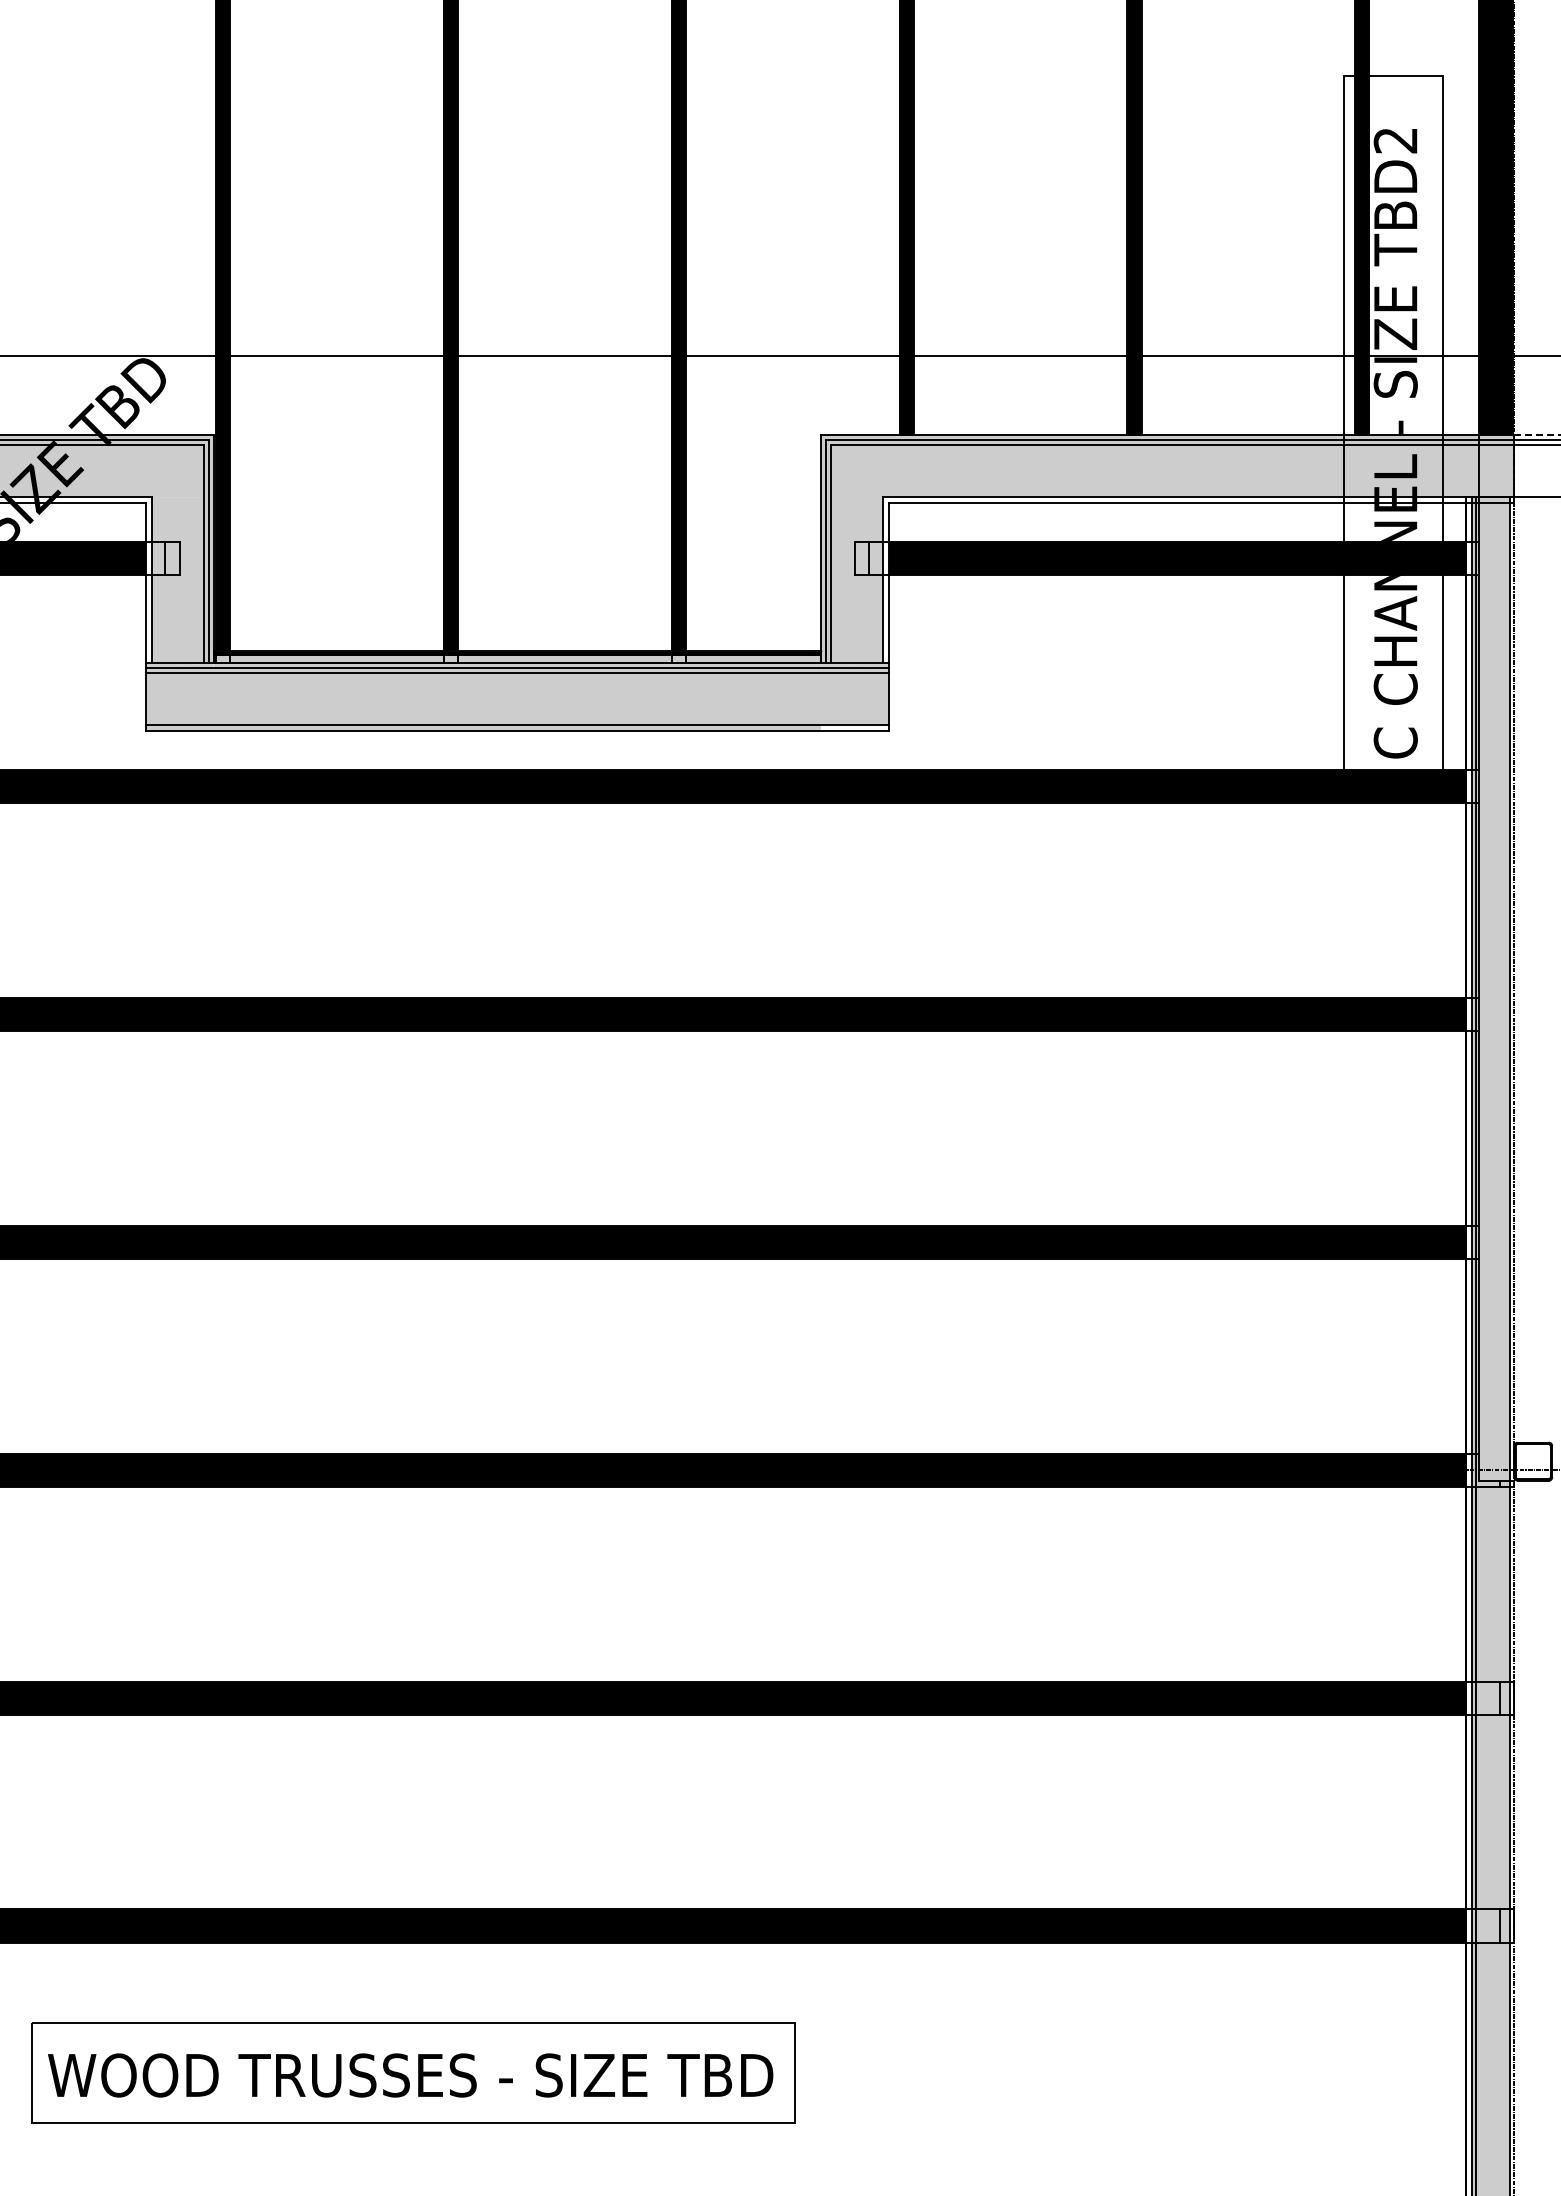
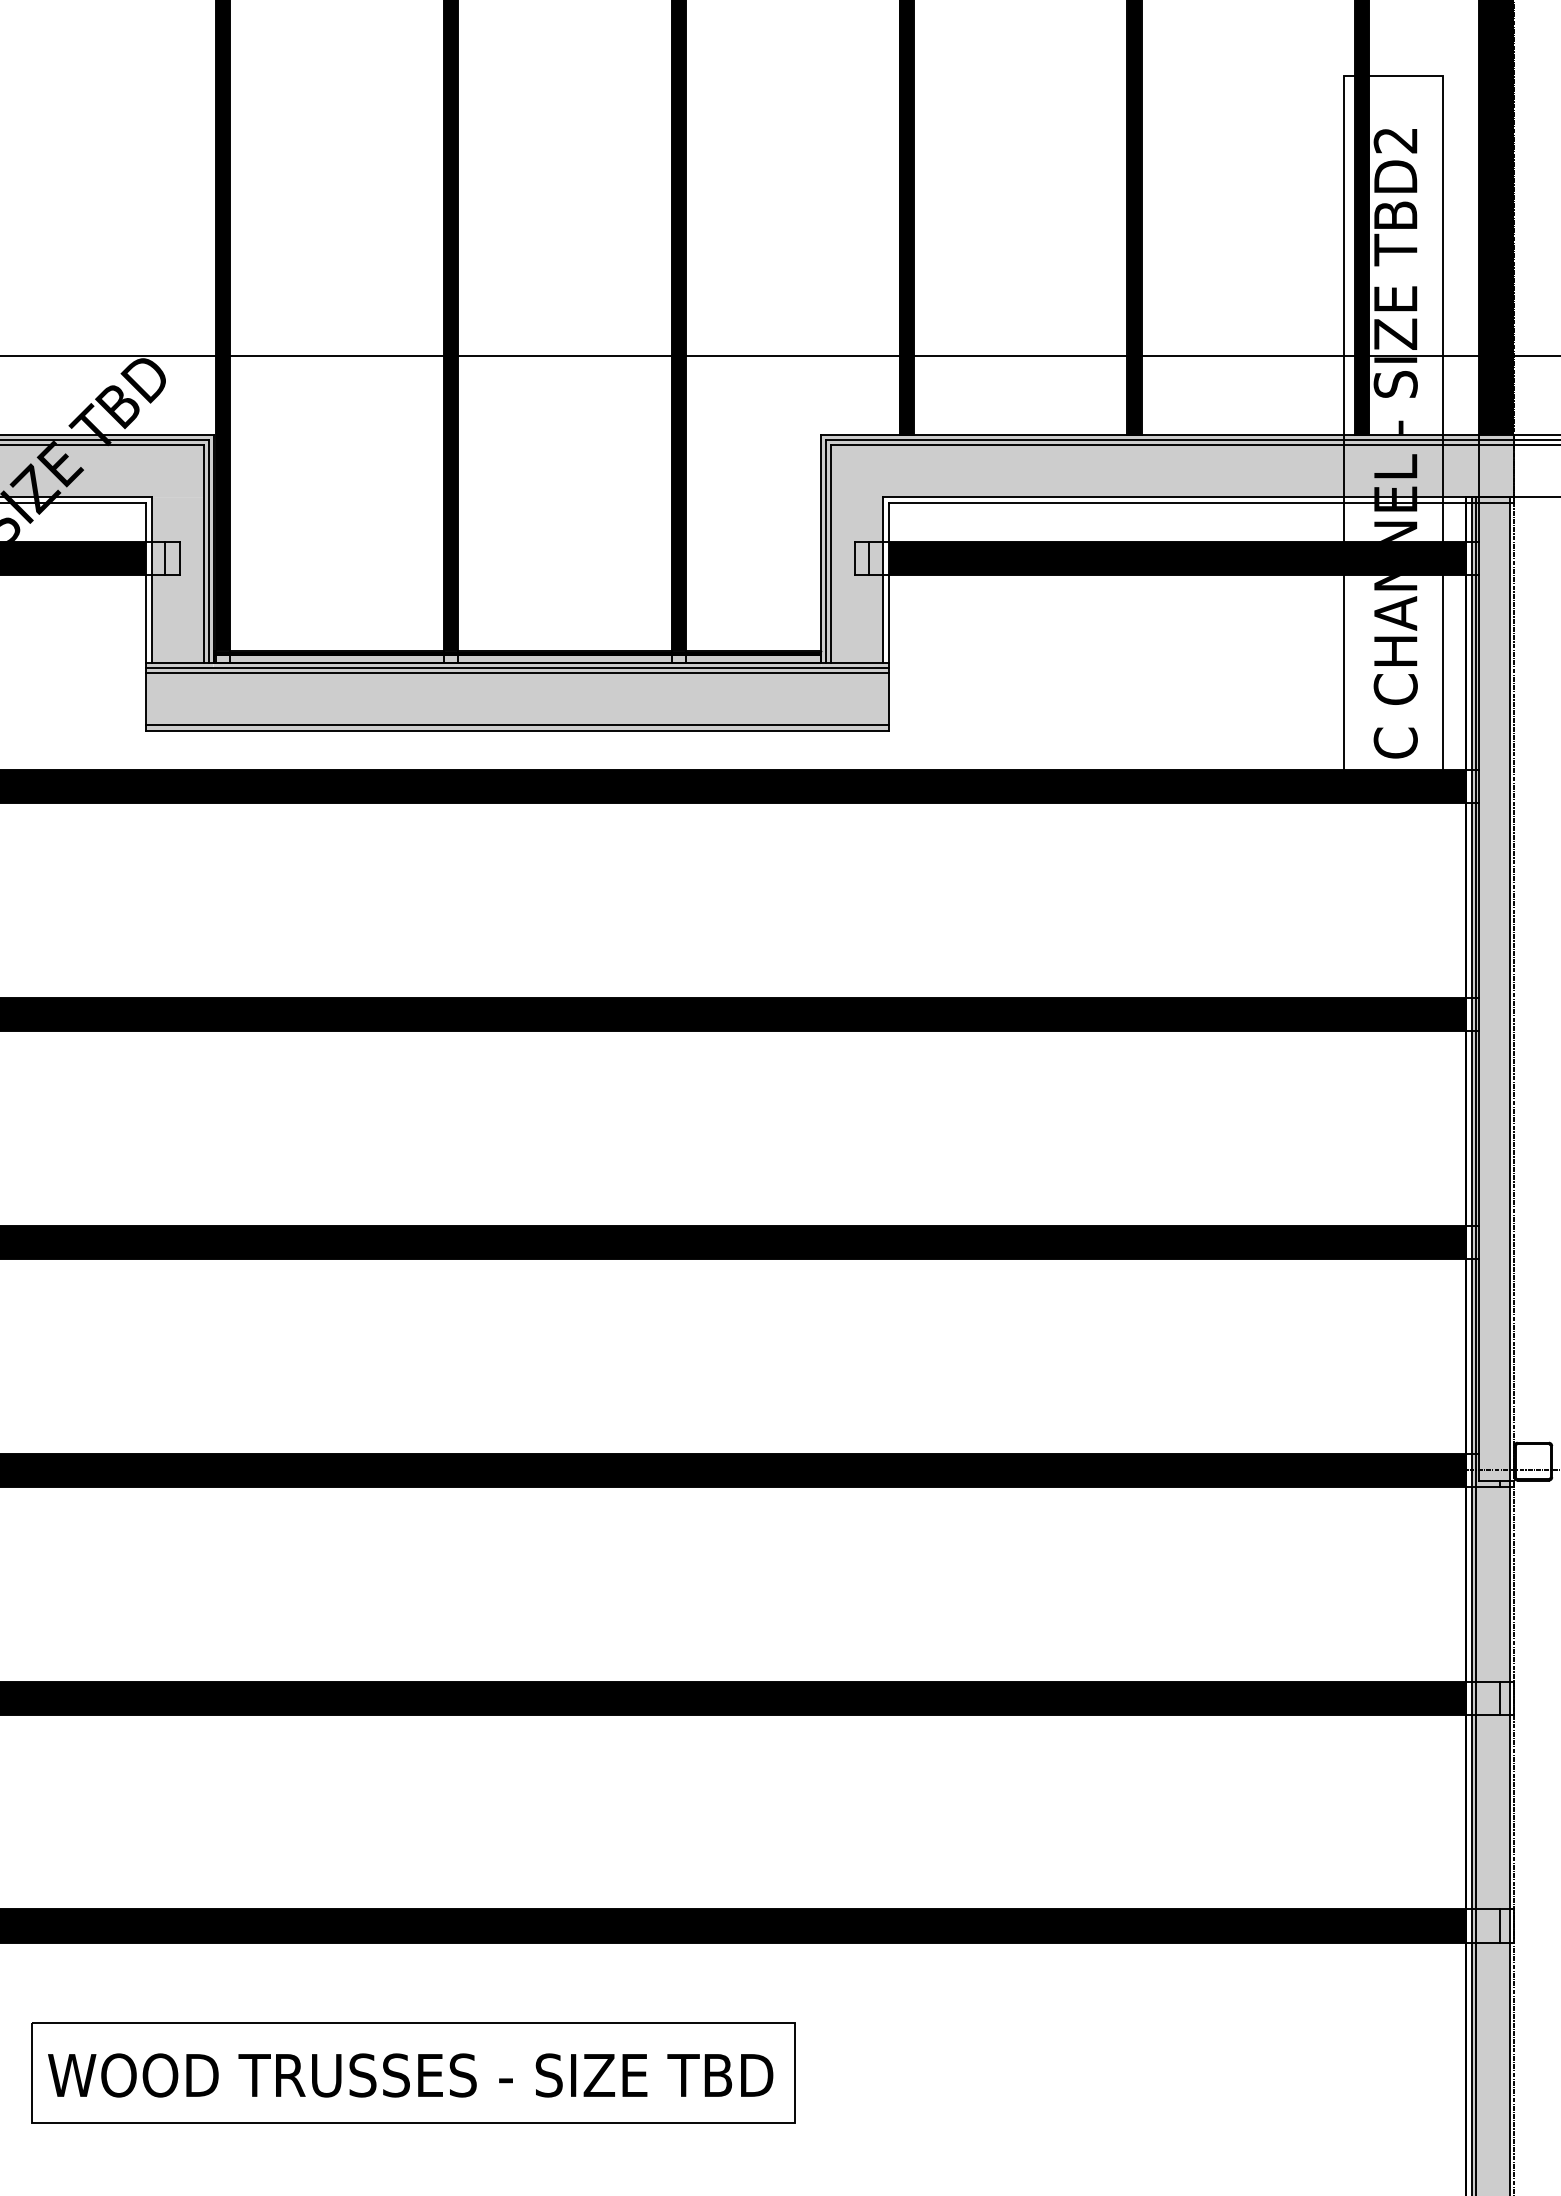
line at (1537, 435): dashed -> solid
fill at (854, 727): none -> present
